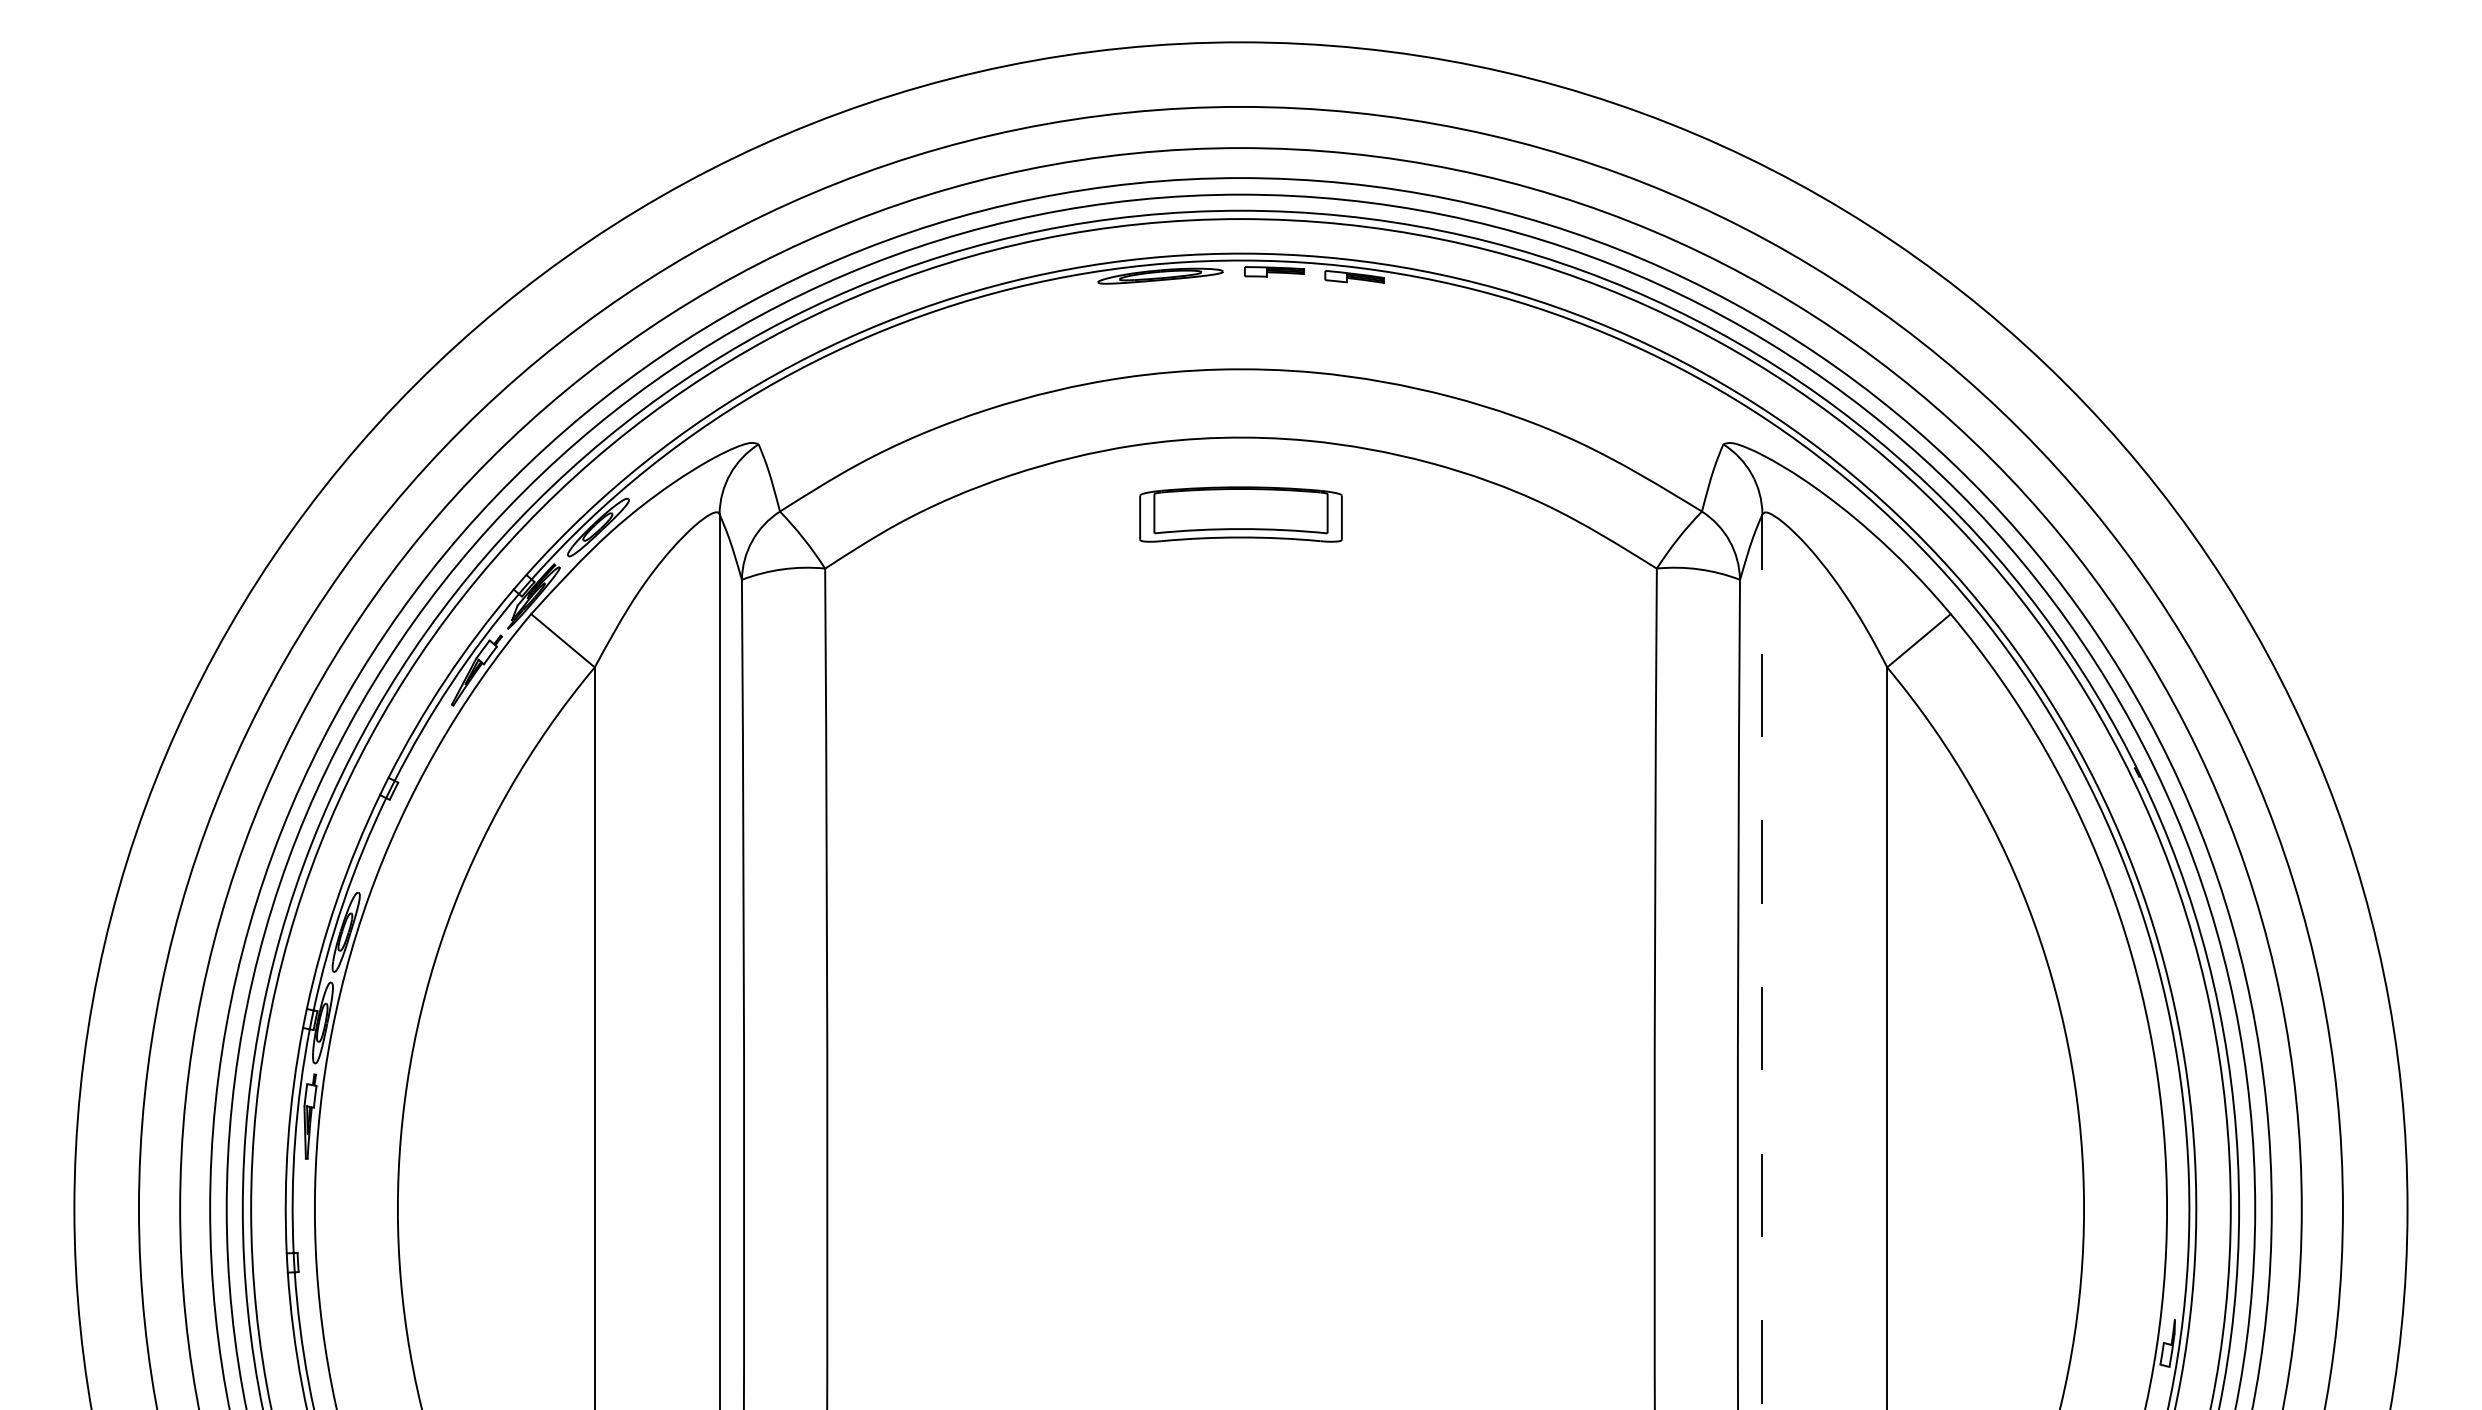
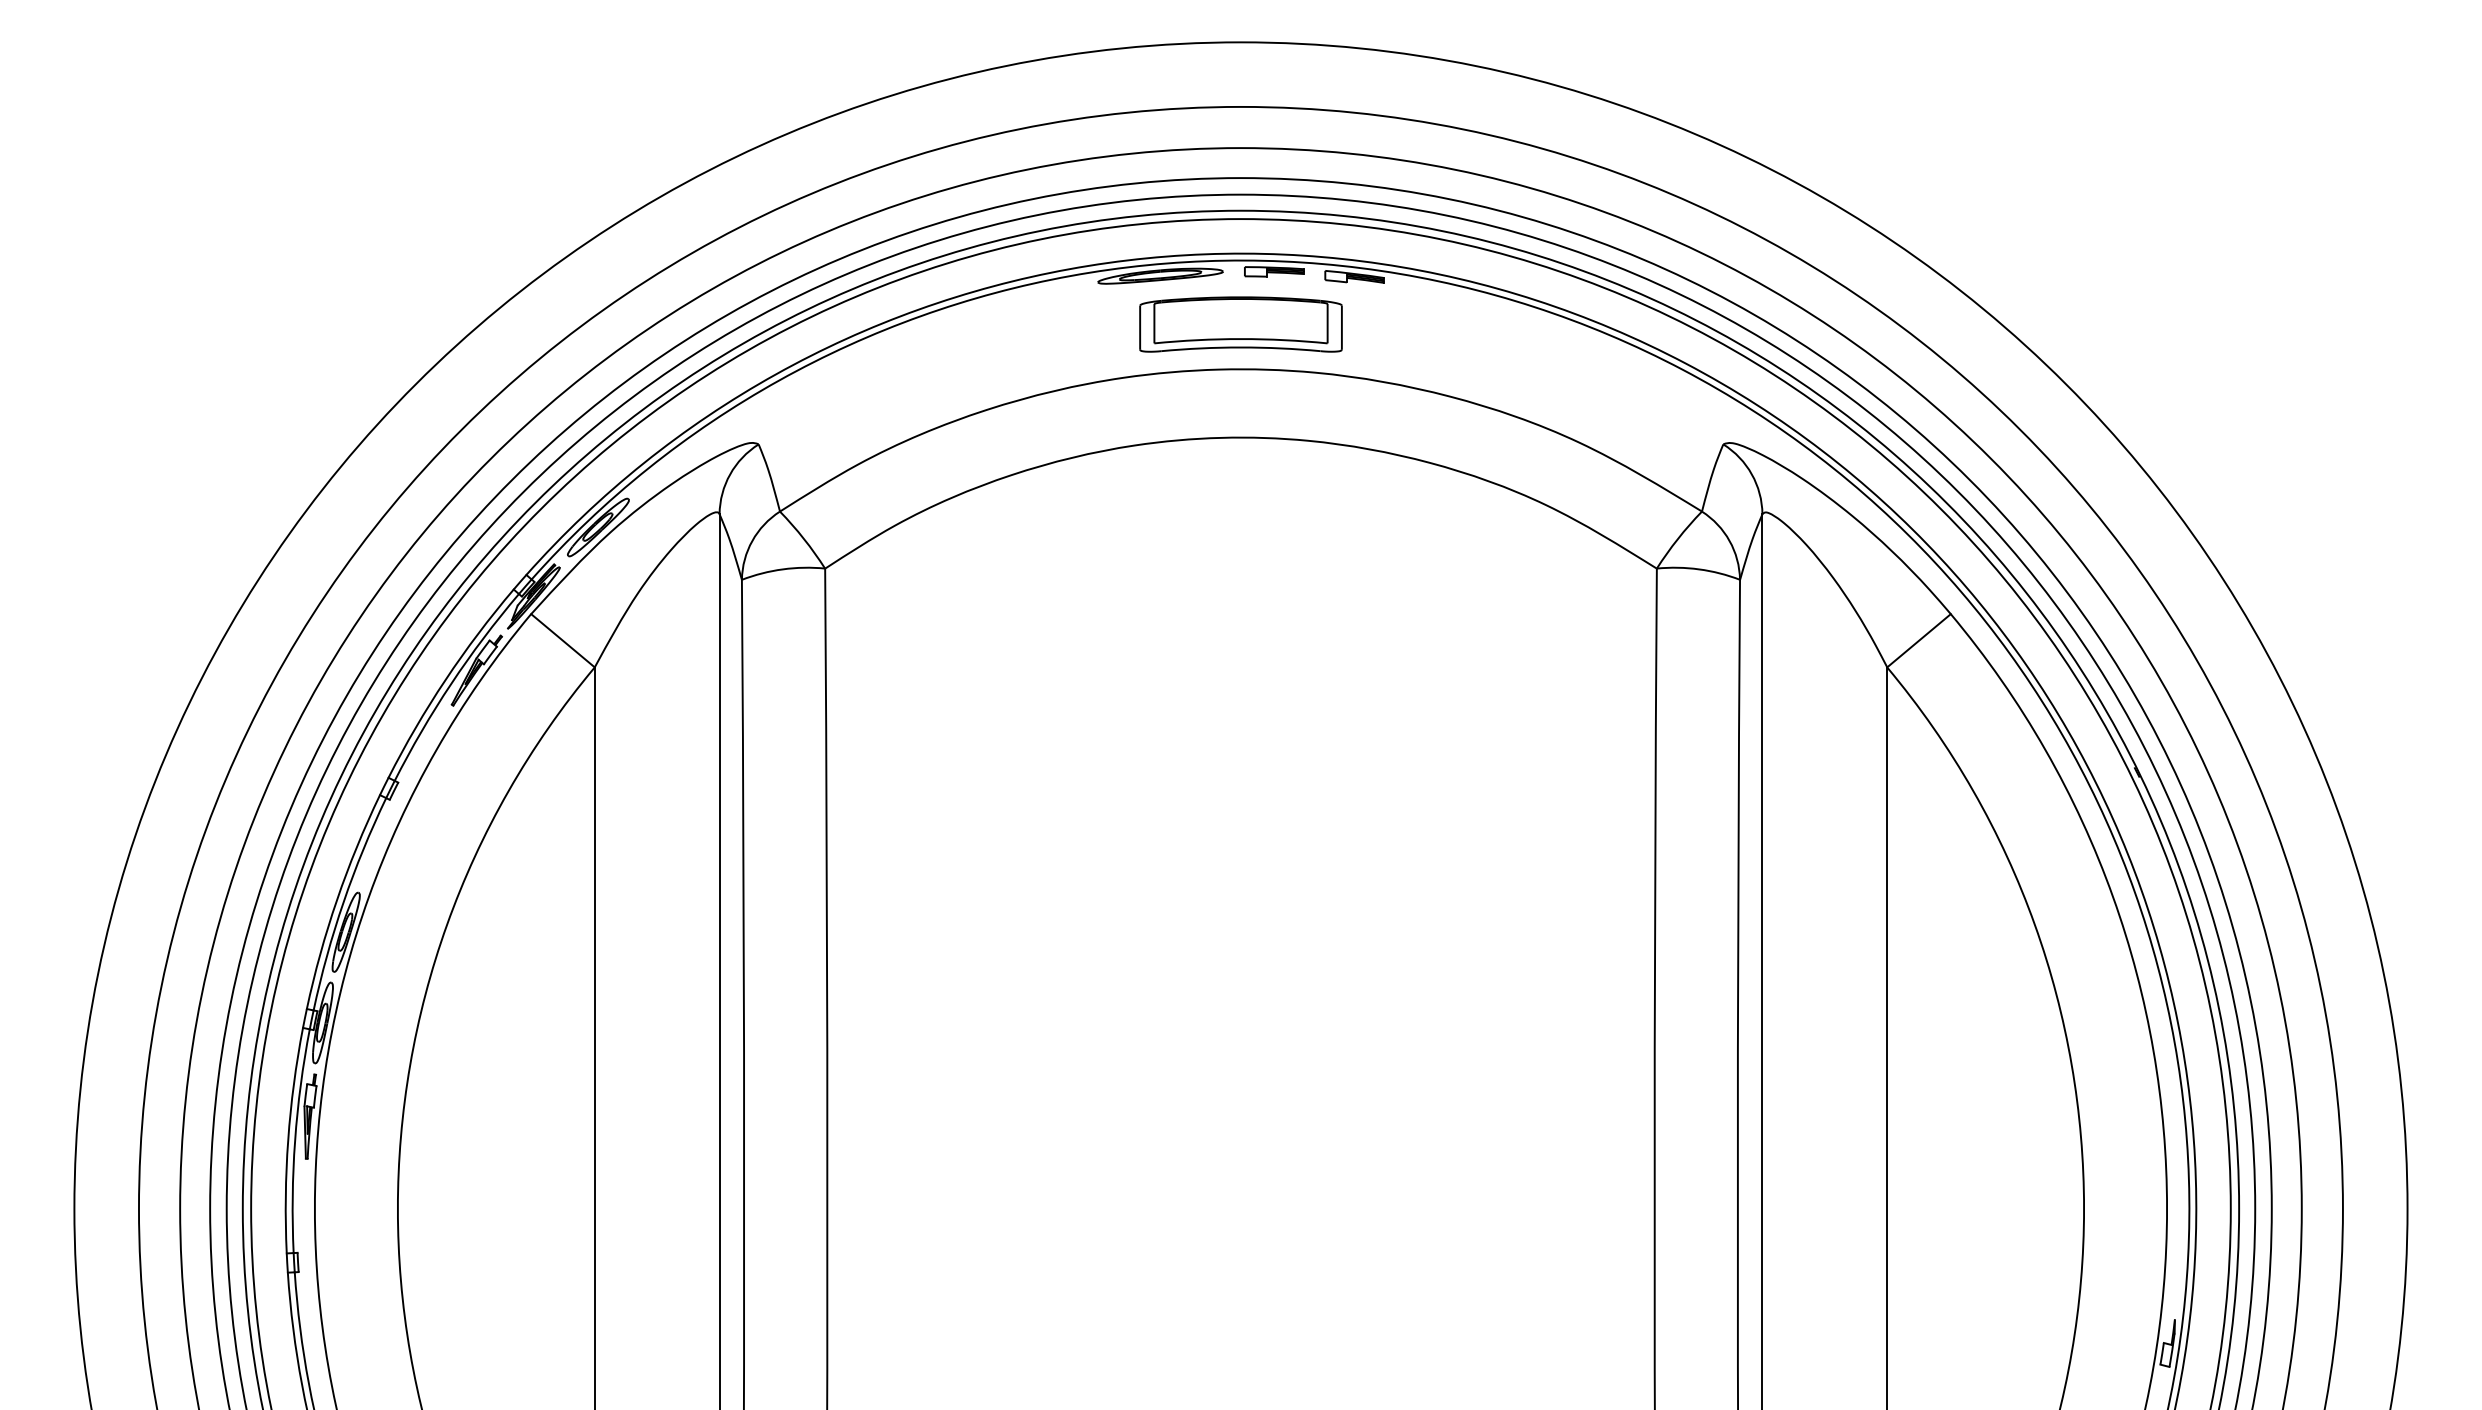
part at (1240, 514) position: (1240, 514) -> (1240, 324)
line at (1762, 962): dashed -> solid
